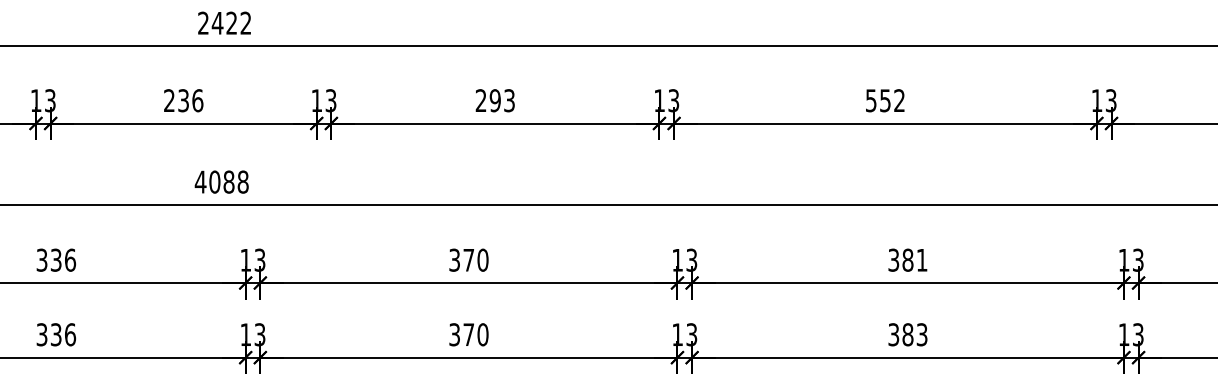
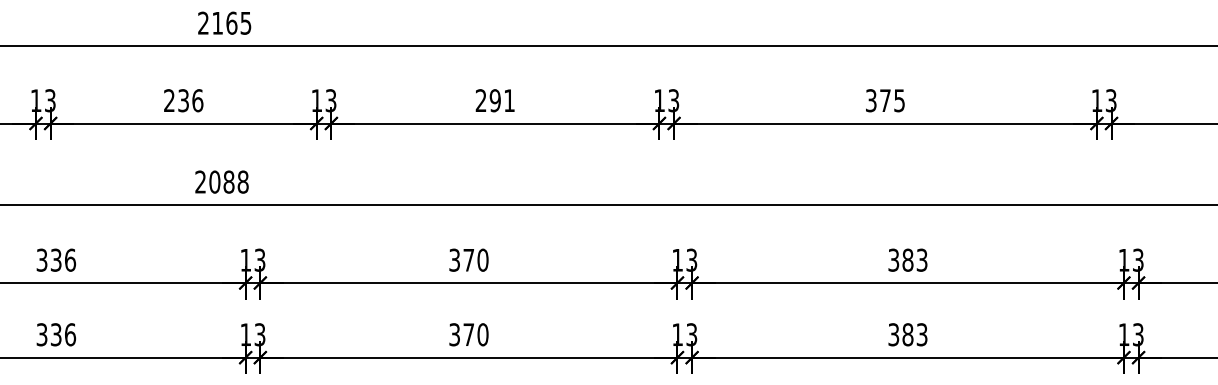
text at (231, 22): 2422 -> 2165
text at (509, 100): 293 -> 291
text at (885, 100): 552 -> 375
text at (200, 181): 4088 -> 2088
text at (921, 259): 381 -> 383
